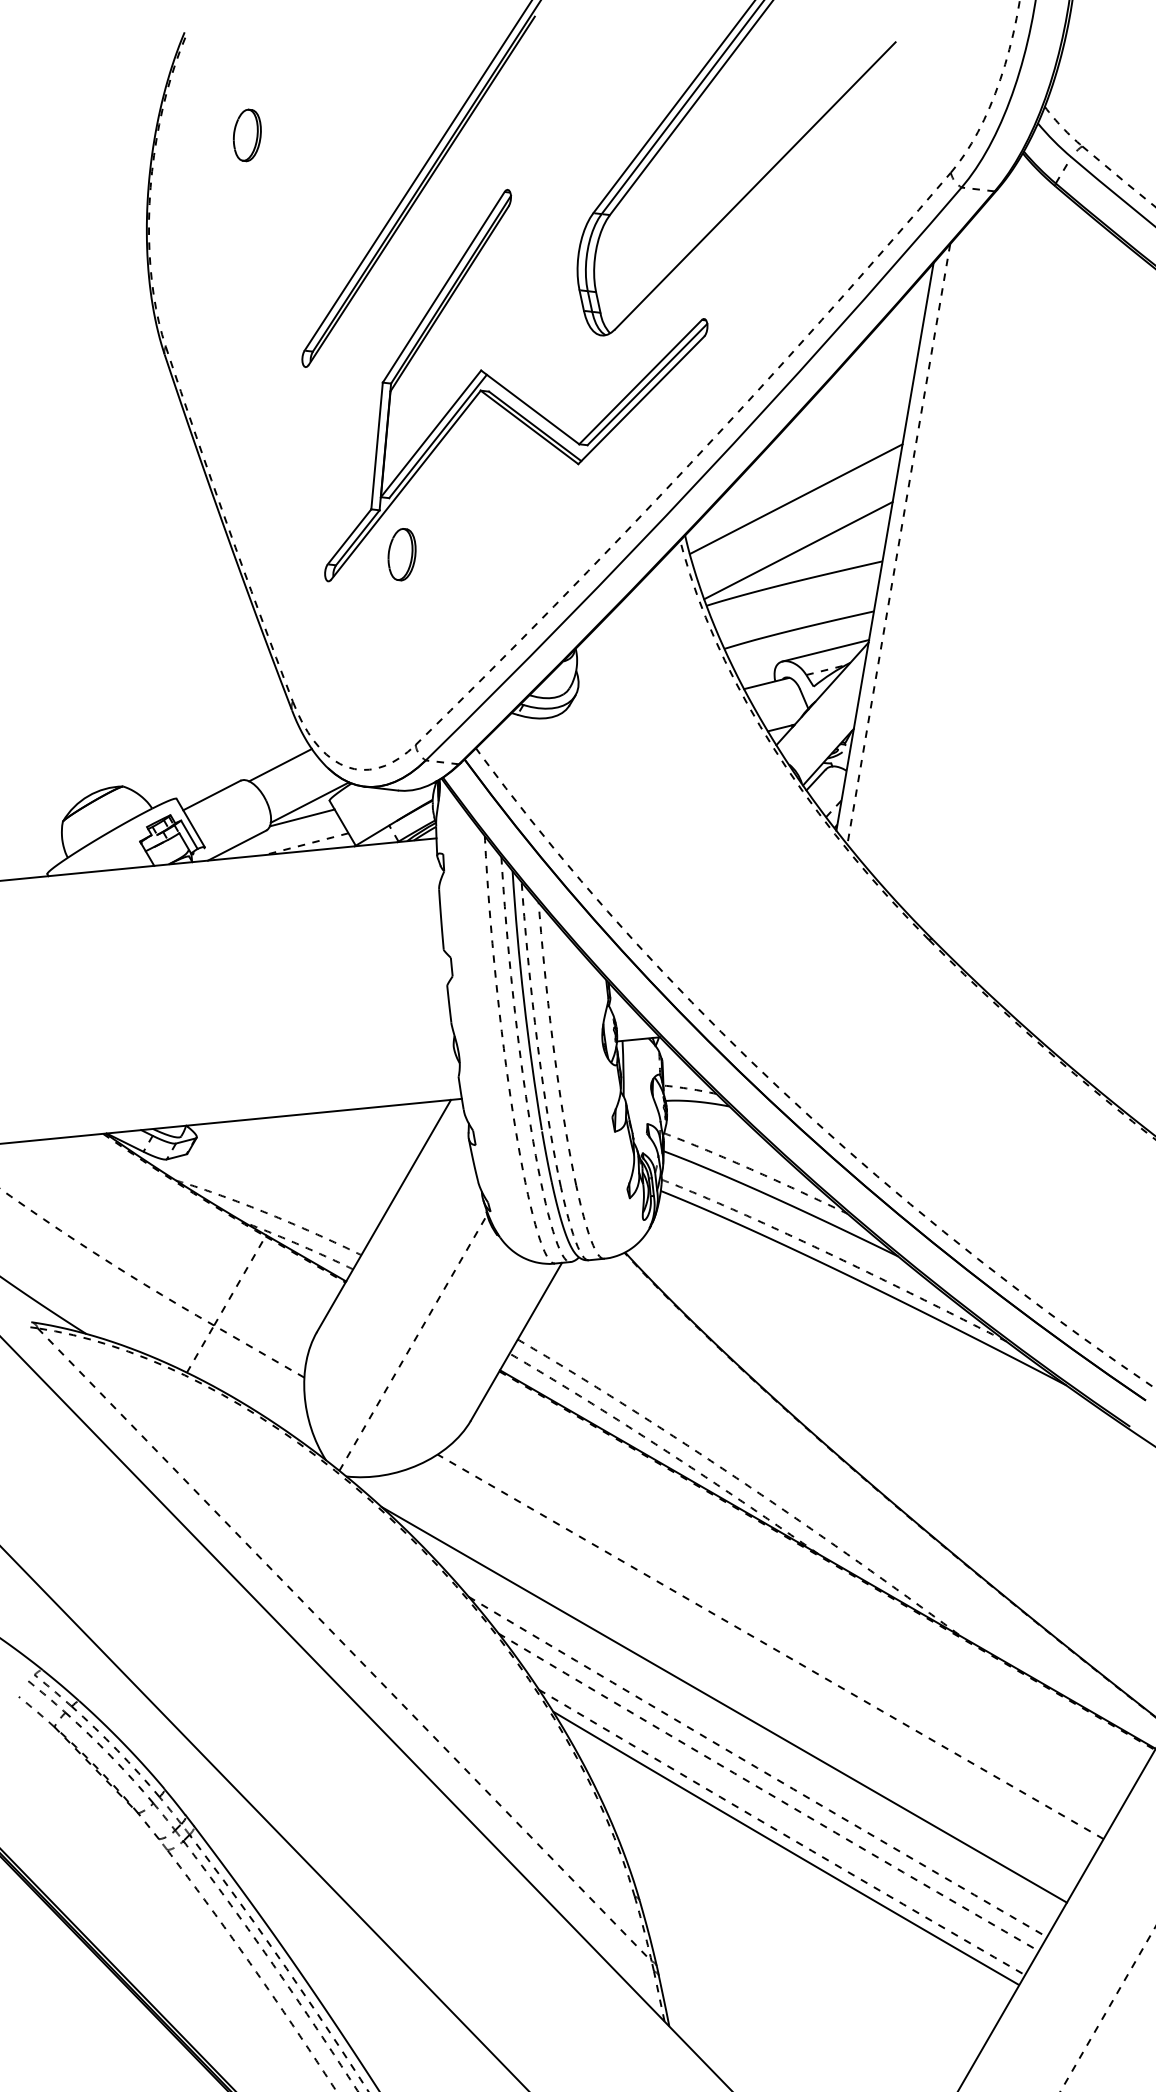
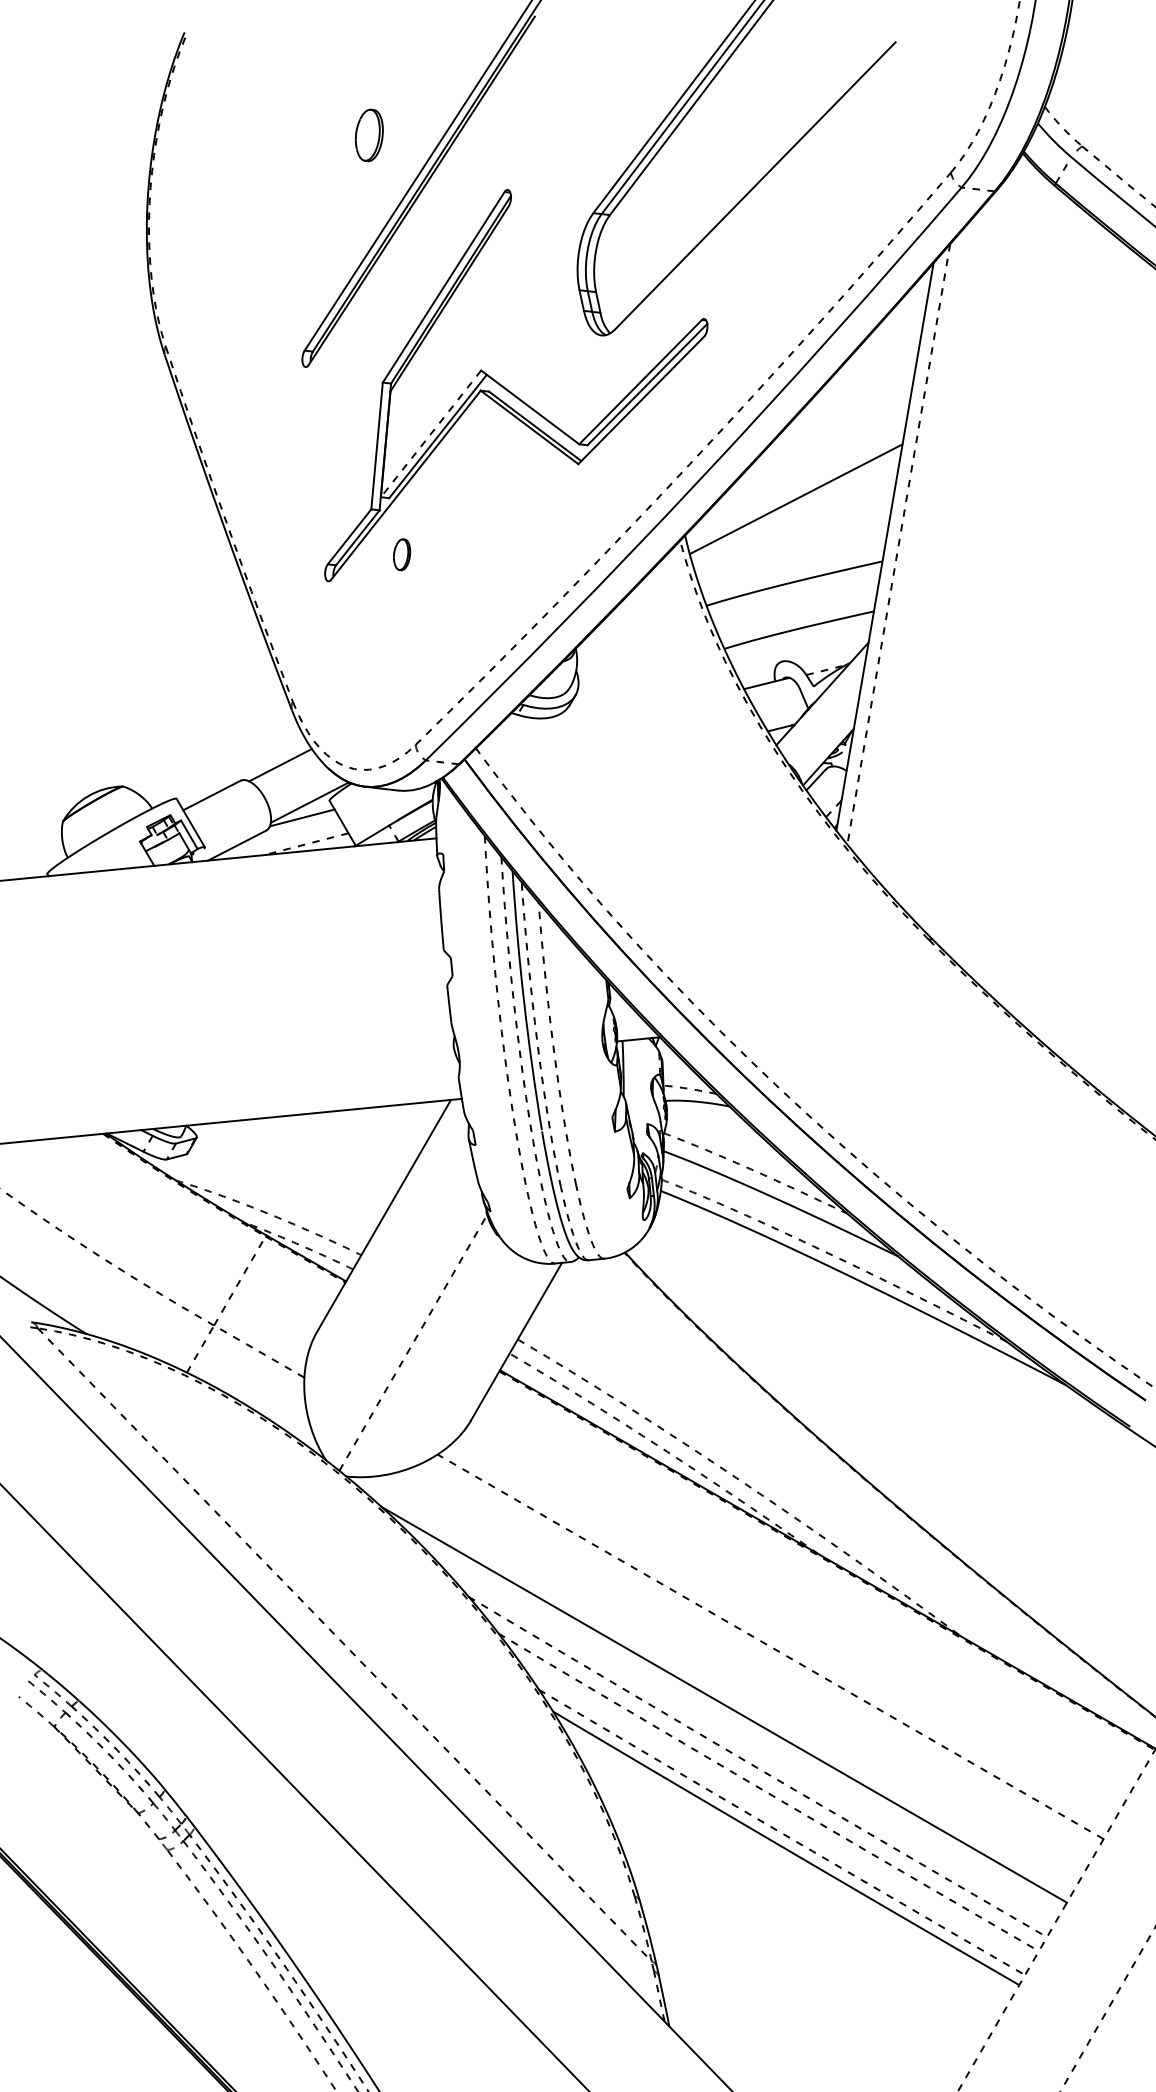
part at (247, 135) position: (247, 135) -> (369, 135)
line at (431, 433): solid -> dashed
line at (798, 550): present -> none
part at (401, 554) size: 30x54 px -> 19x34 px
line at (825, 650): present -> none
line at (264, 1818) position: (264, 1818) -> (294, 1787)
line at (1056, 1920): solid -> dashed
